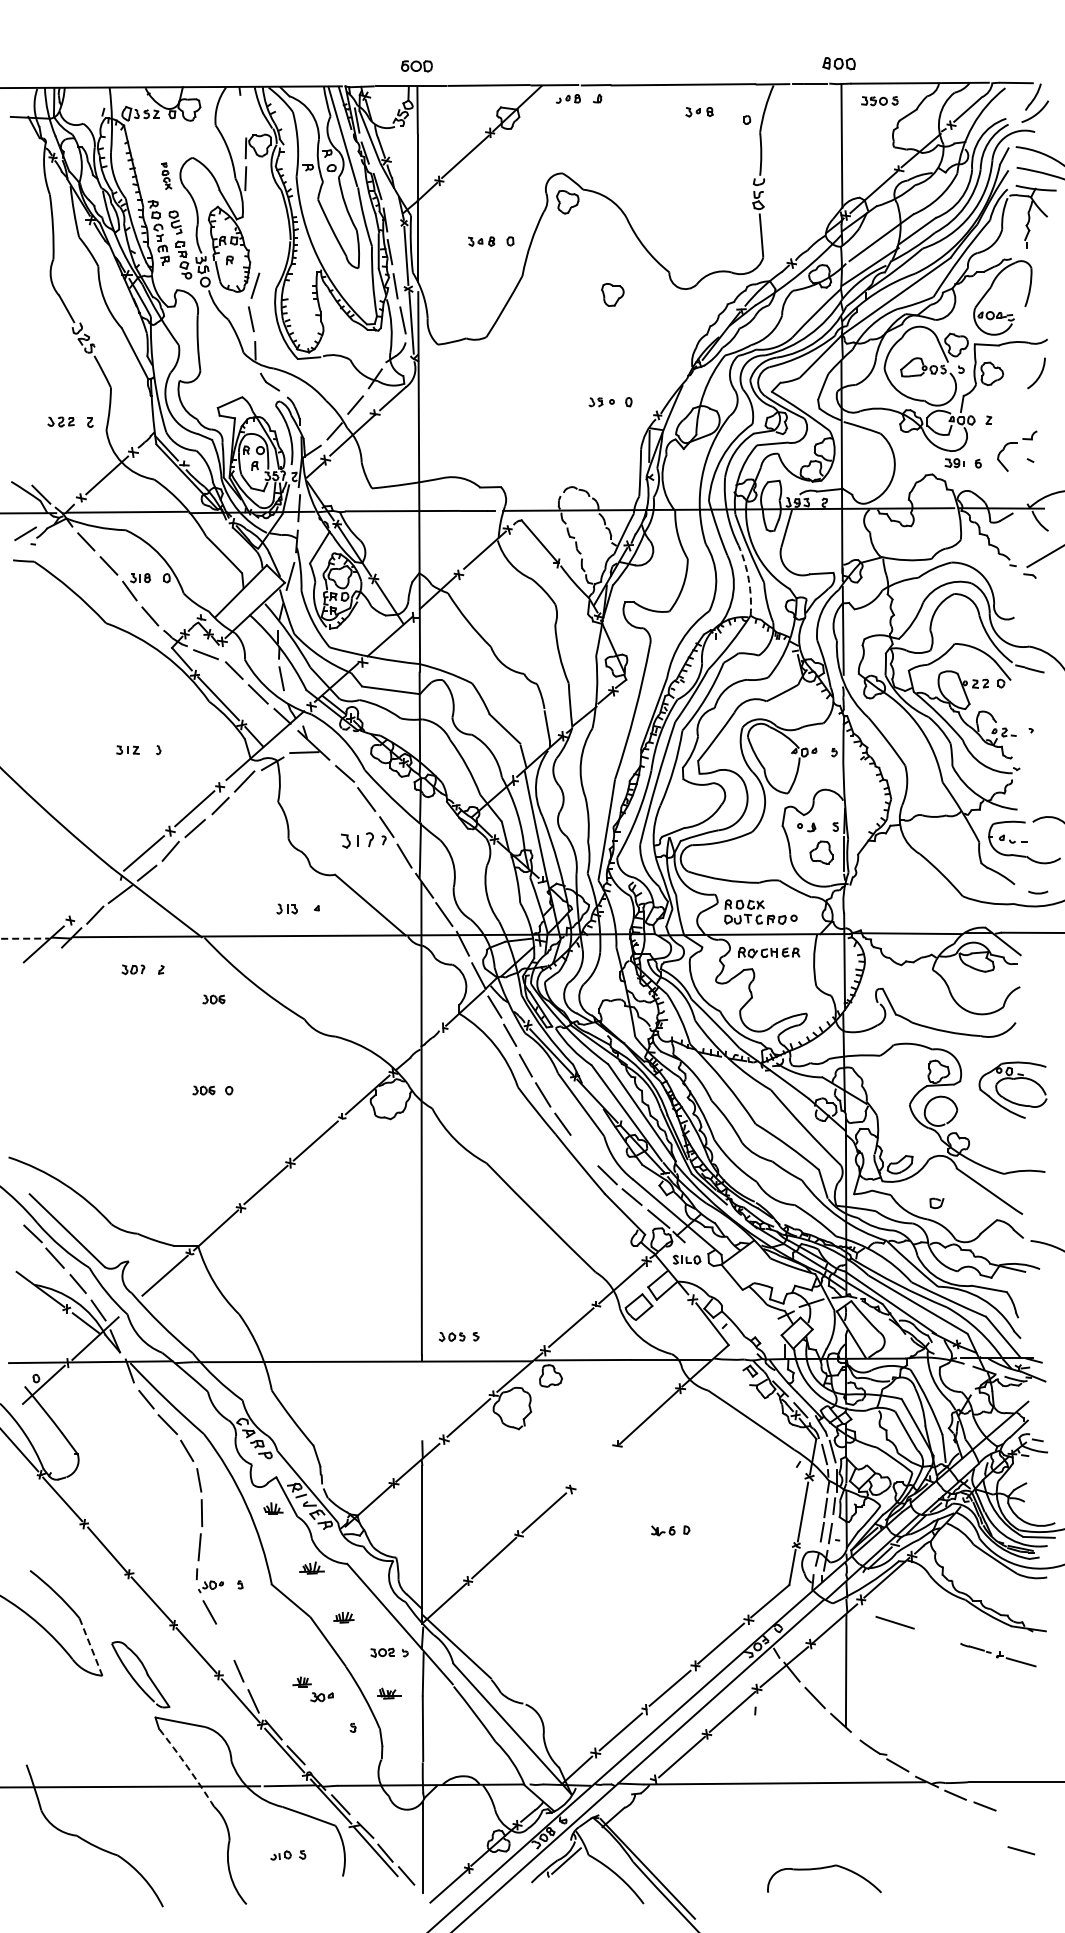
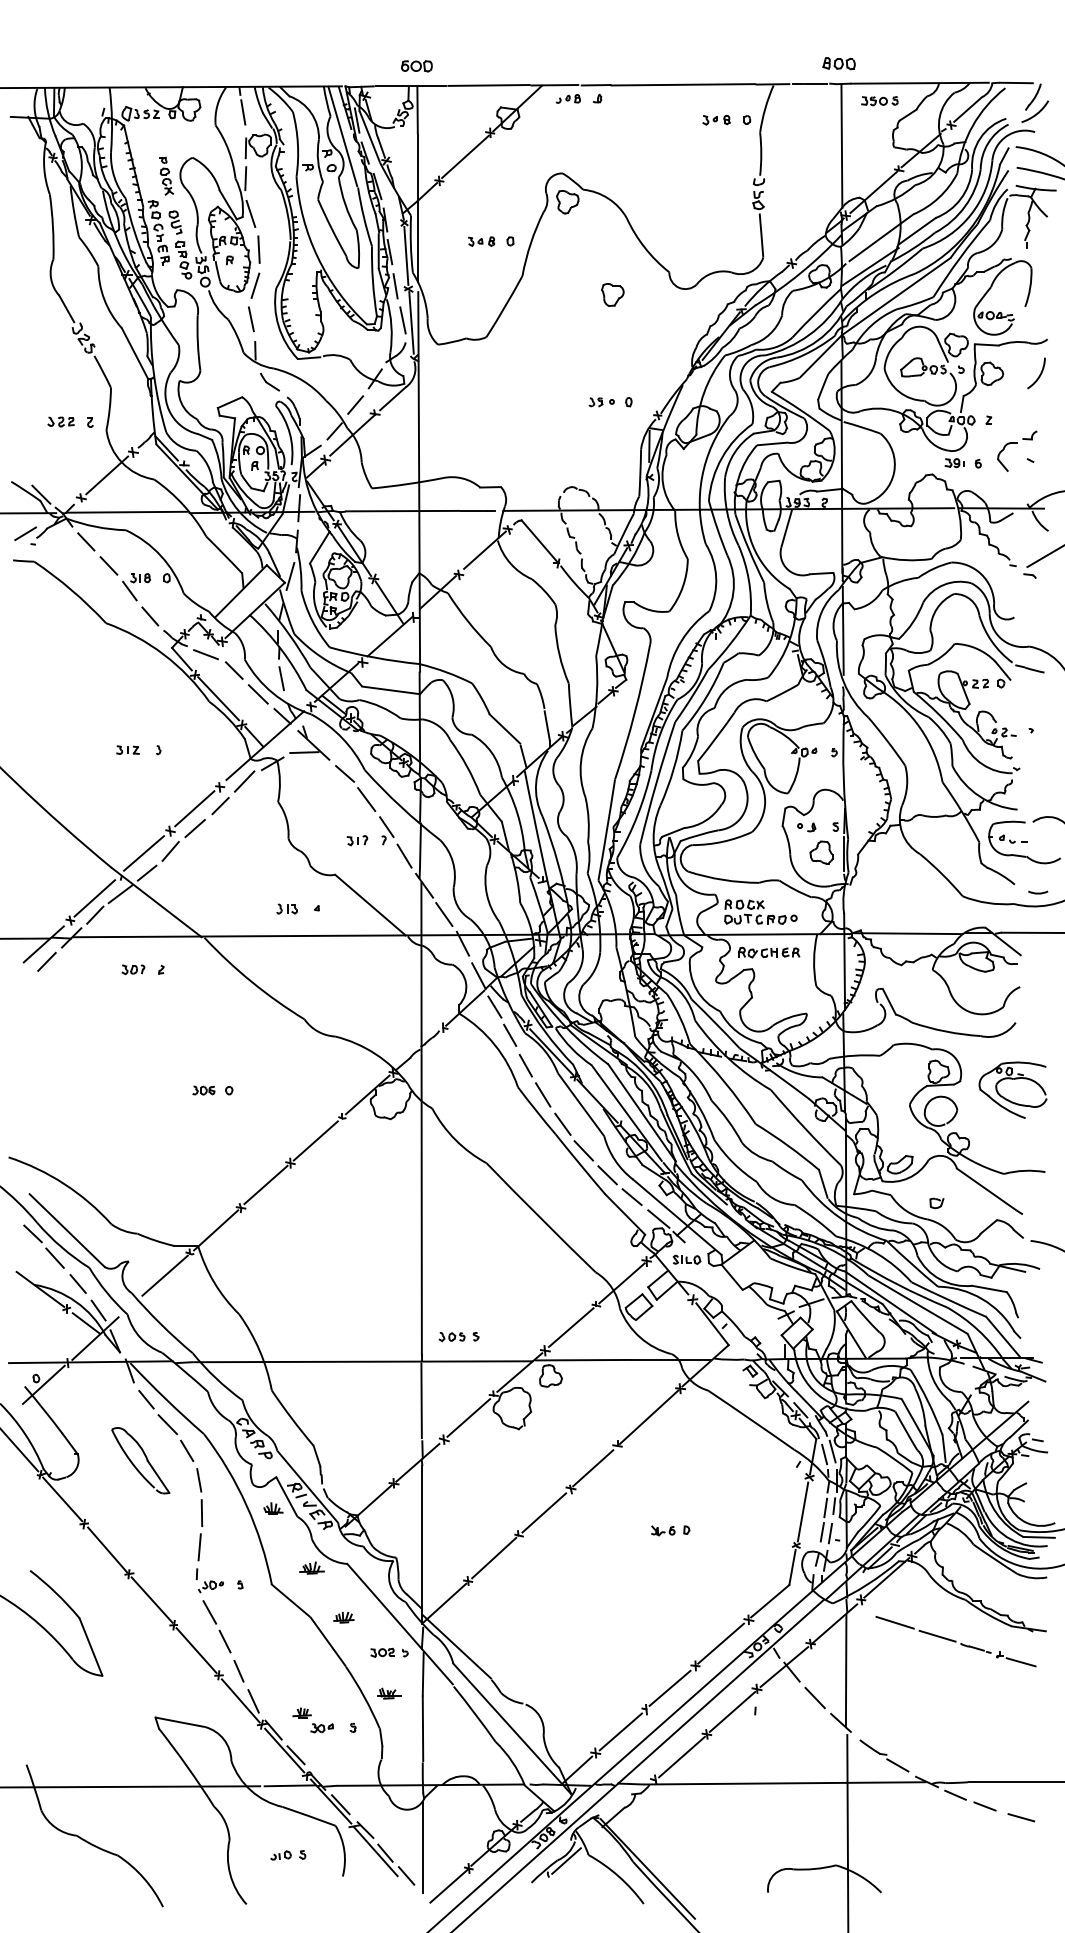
part at (699, 111) position: (699, 111) -> (716, 119)
line at (243, 112): none -> present
part at (166, 175) size: 12x28 px -> 16x40 px
line at (250, 213): none -> present
line at (258, 249): none -> present
arc at (748, 579): dashed -> solid
part at (357, 840) size: 33x17 px -> 23x12 px
line at (94, 898): none -> present
line at (25, 938): dashed -> solid
line at (46, 961): none -> present
part at (213, 999): present -> none
line at (583, 1150): none -> present
line at (421, 1400): none -> present
line at (593, 1468): none -> present
line at (937, 1635): none -> present
line at (224, 1641): none -> present
line at (91, 1647): dashed -> solid
part at (140, 1674) position: (140, 1674) -> (140, 1460)
part at (312, 1689) position: (312, 1689) -> (312, 1720)
arc at (187, 1767): dashed -> solid
line at (847, 1832): none -> present
line at (1021, 1850) position: (1021, 1850) -> (1021, 1817)
